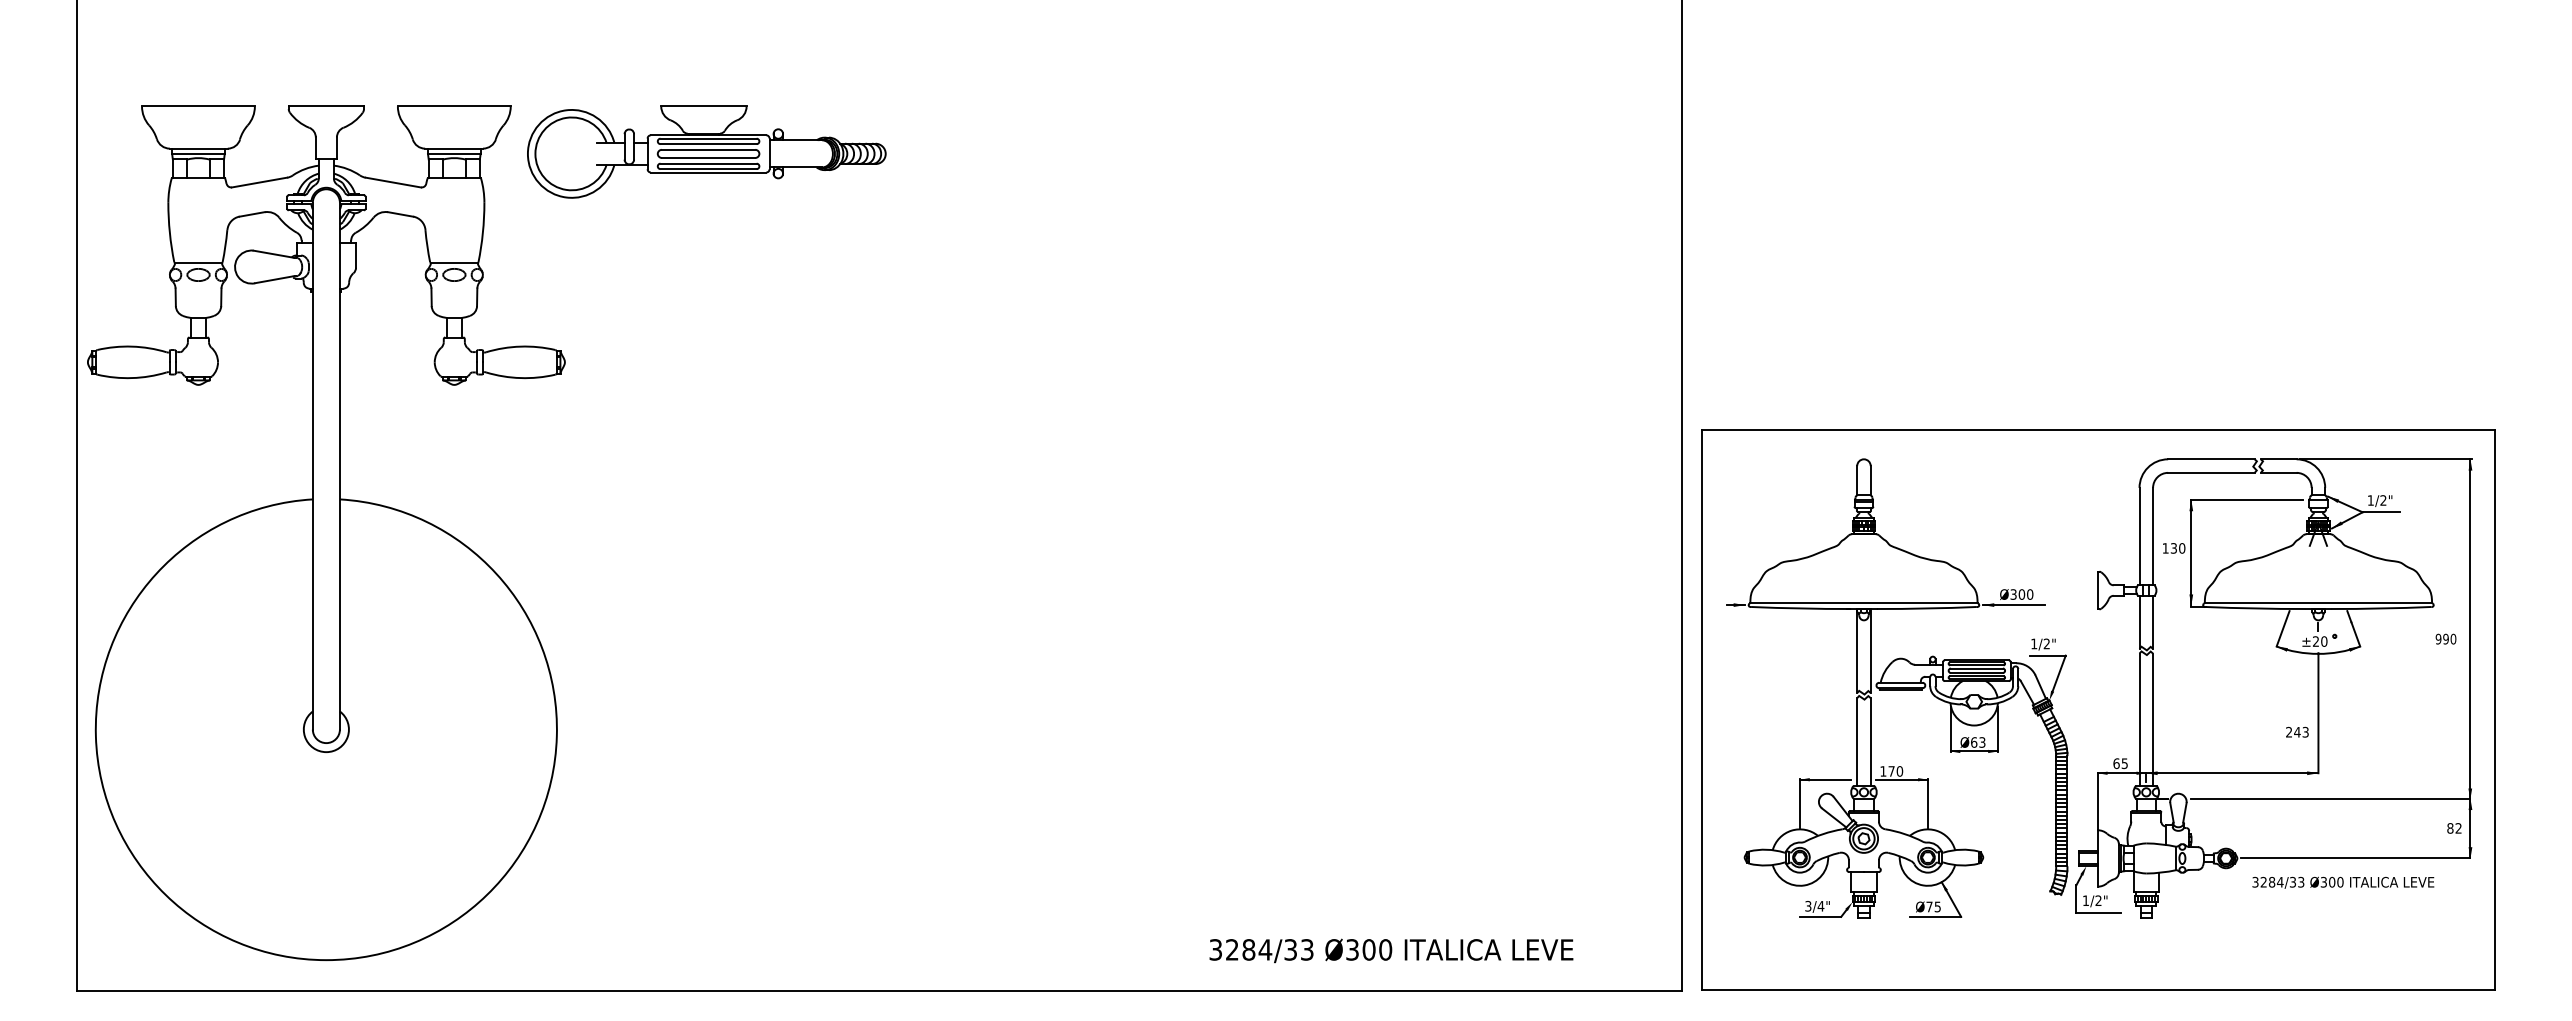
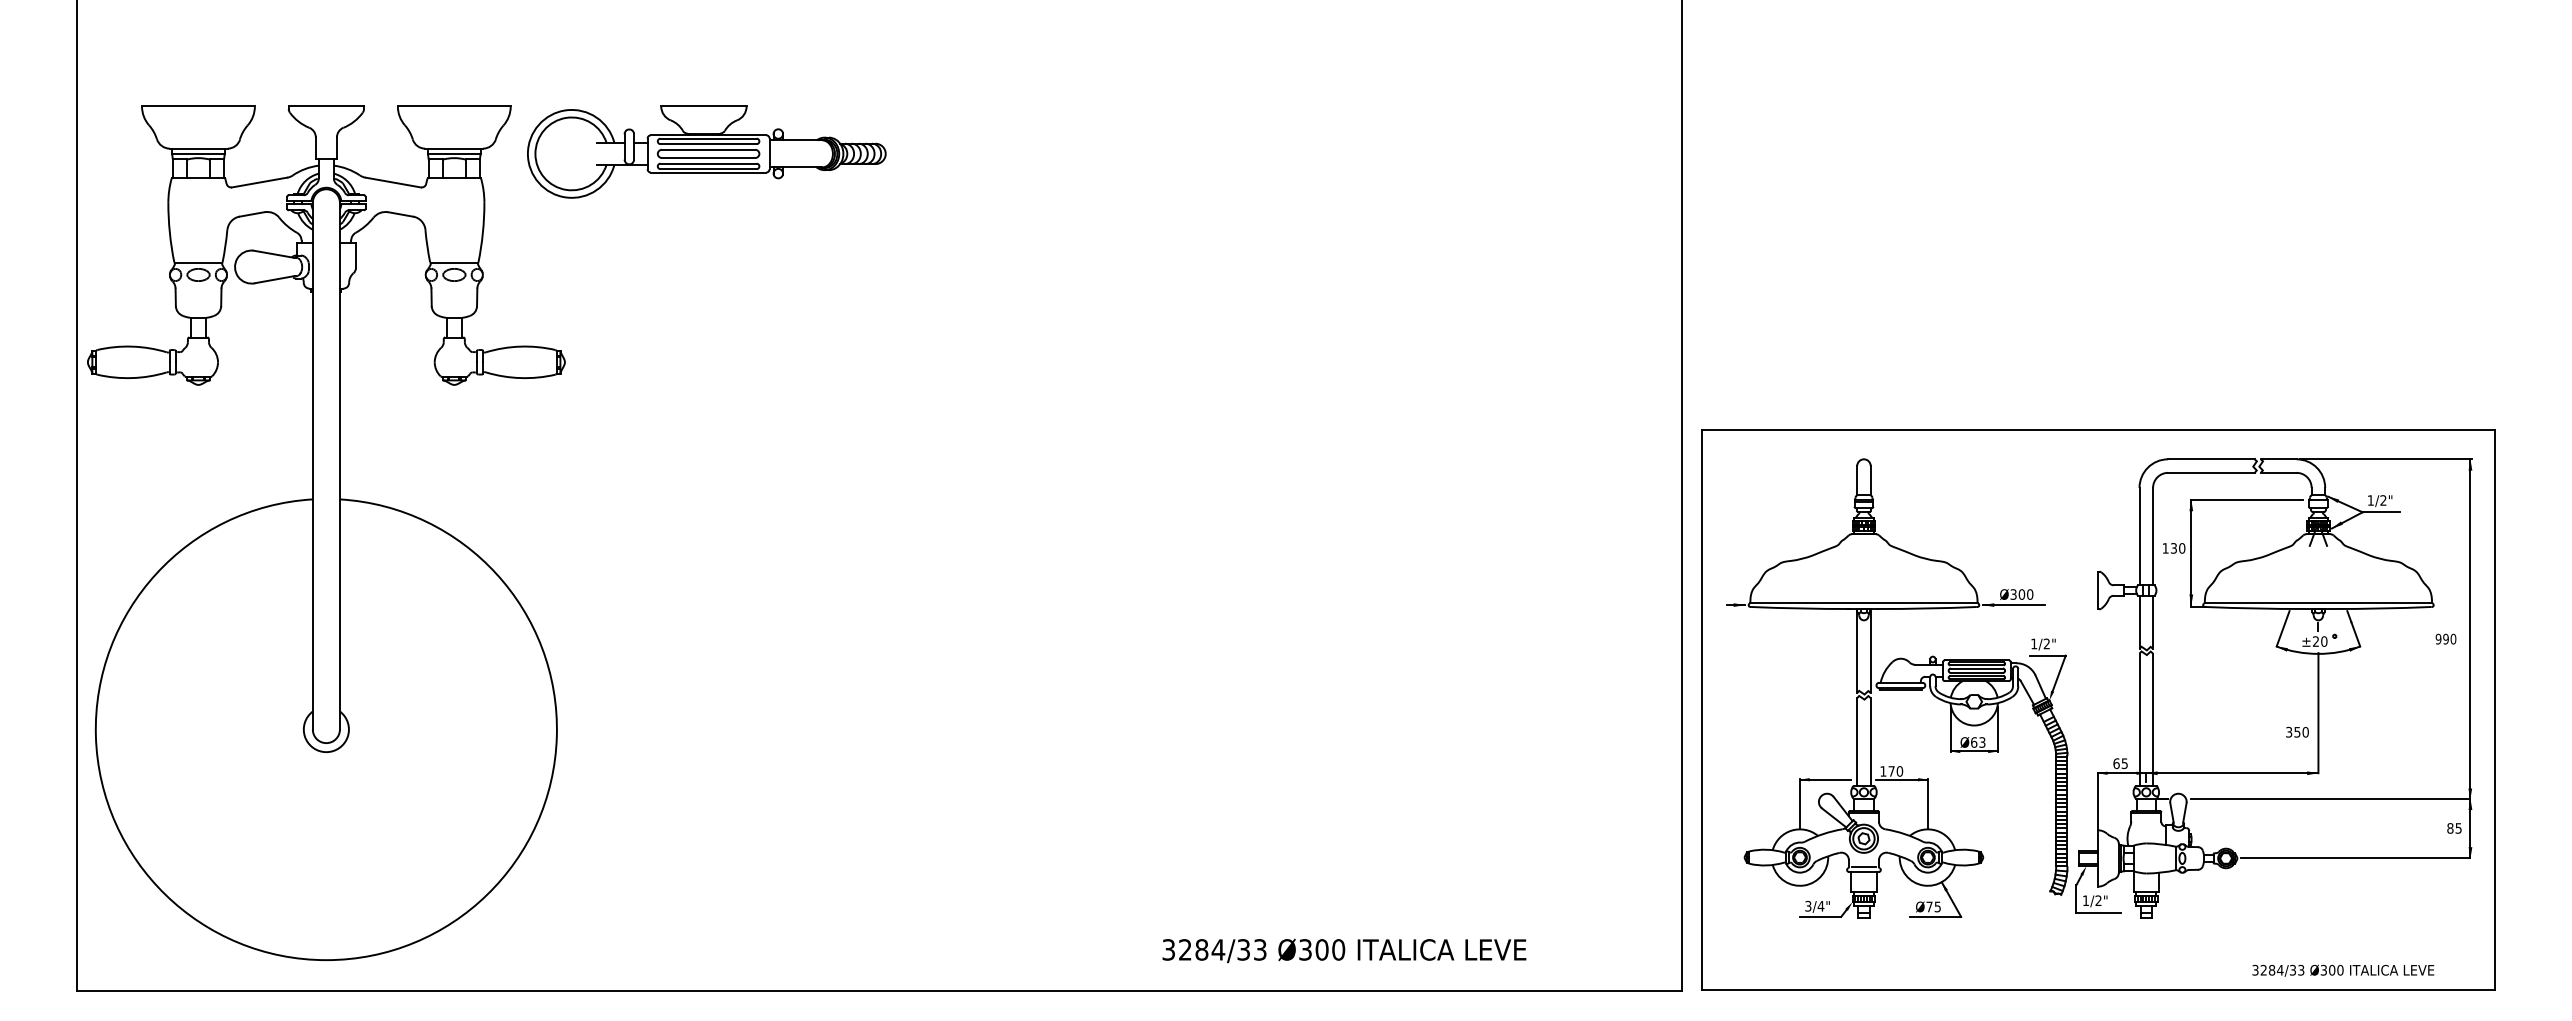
text at (2297, 732): 243 -> 350
text at (2458, 828): 82 -> 85
line at (1863, 866): none -> present
text at (2343, 882) position: (2343, 882) -> (2343, 970)
text at (1391, 950) position: (1391, 950) -> (1344, 950)
